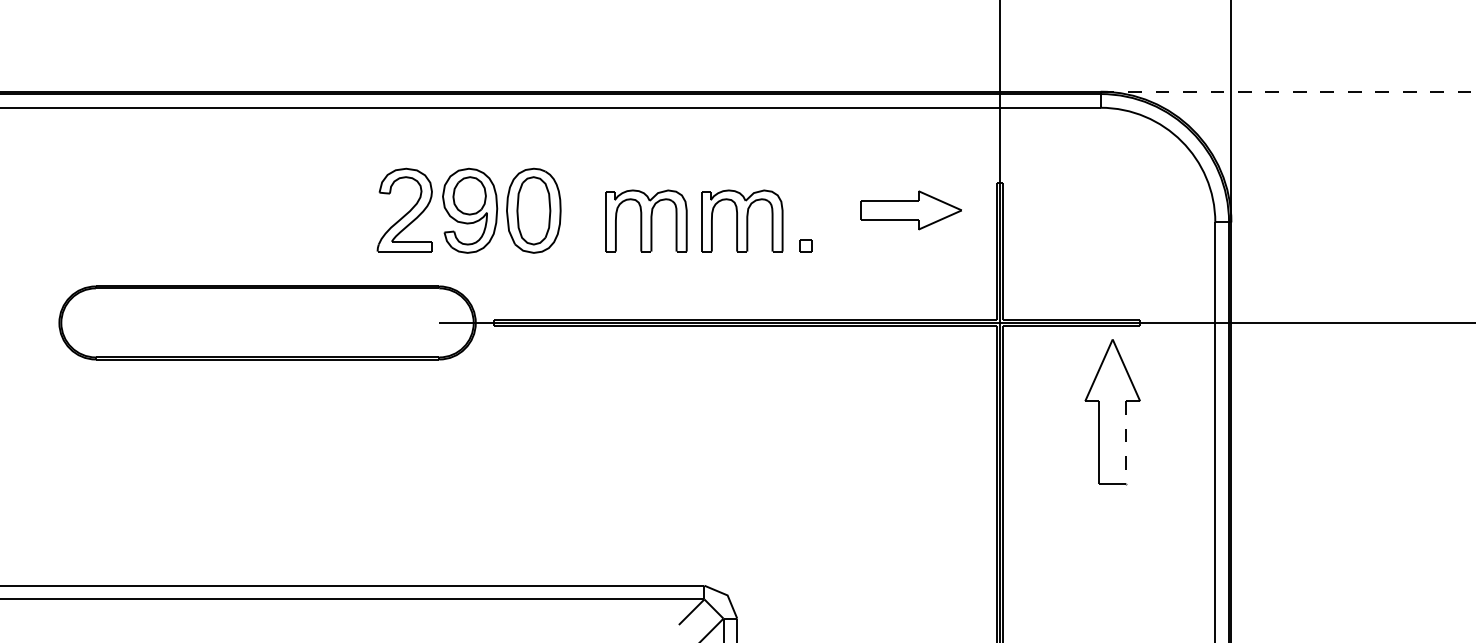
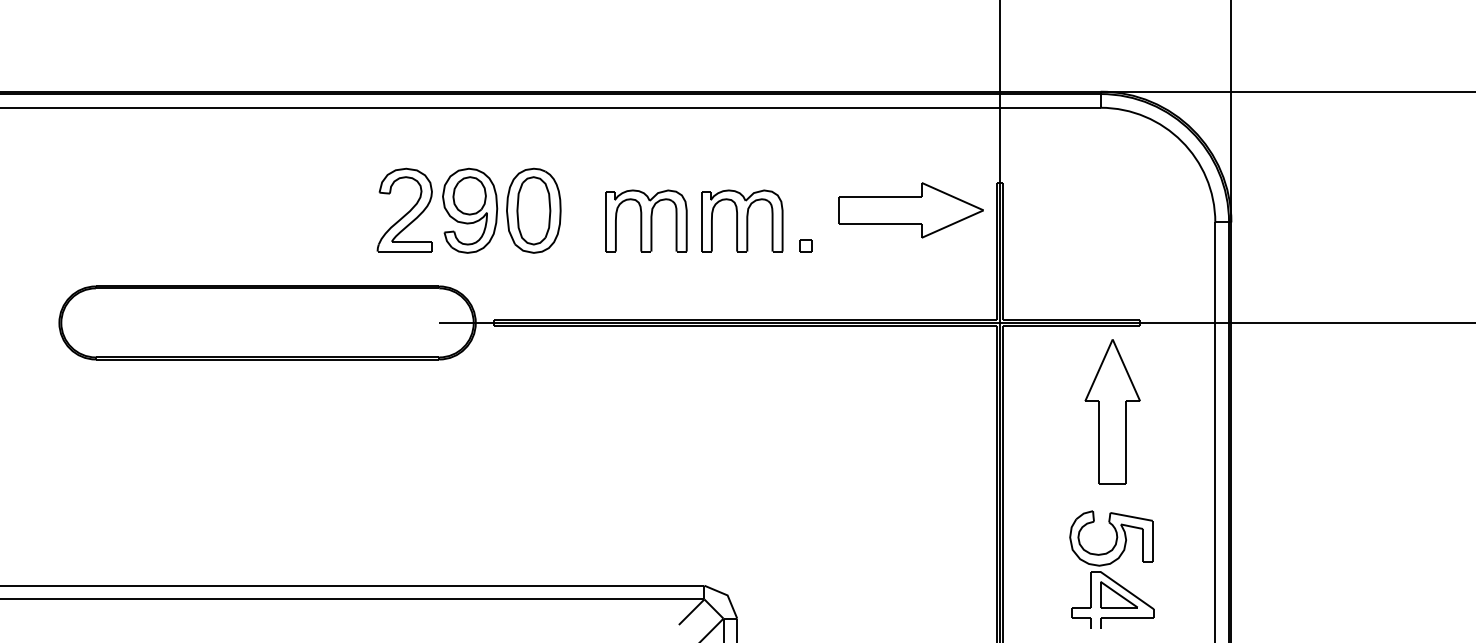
line at (1288, 91): dashed -> solid
part at (910, 210) size: 102x41 px -> 146x57 px
line at (1126, 442): dashed -> solid
part at (1111, 569): none -> present
